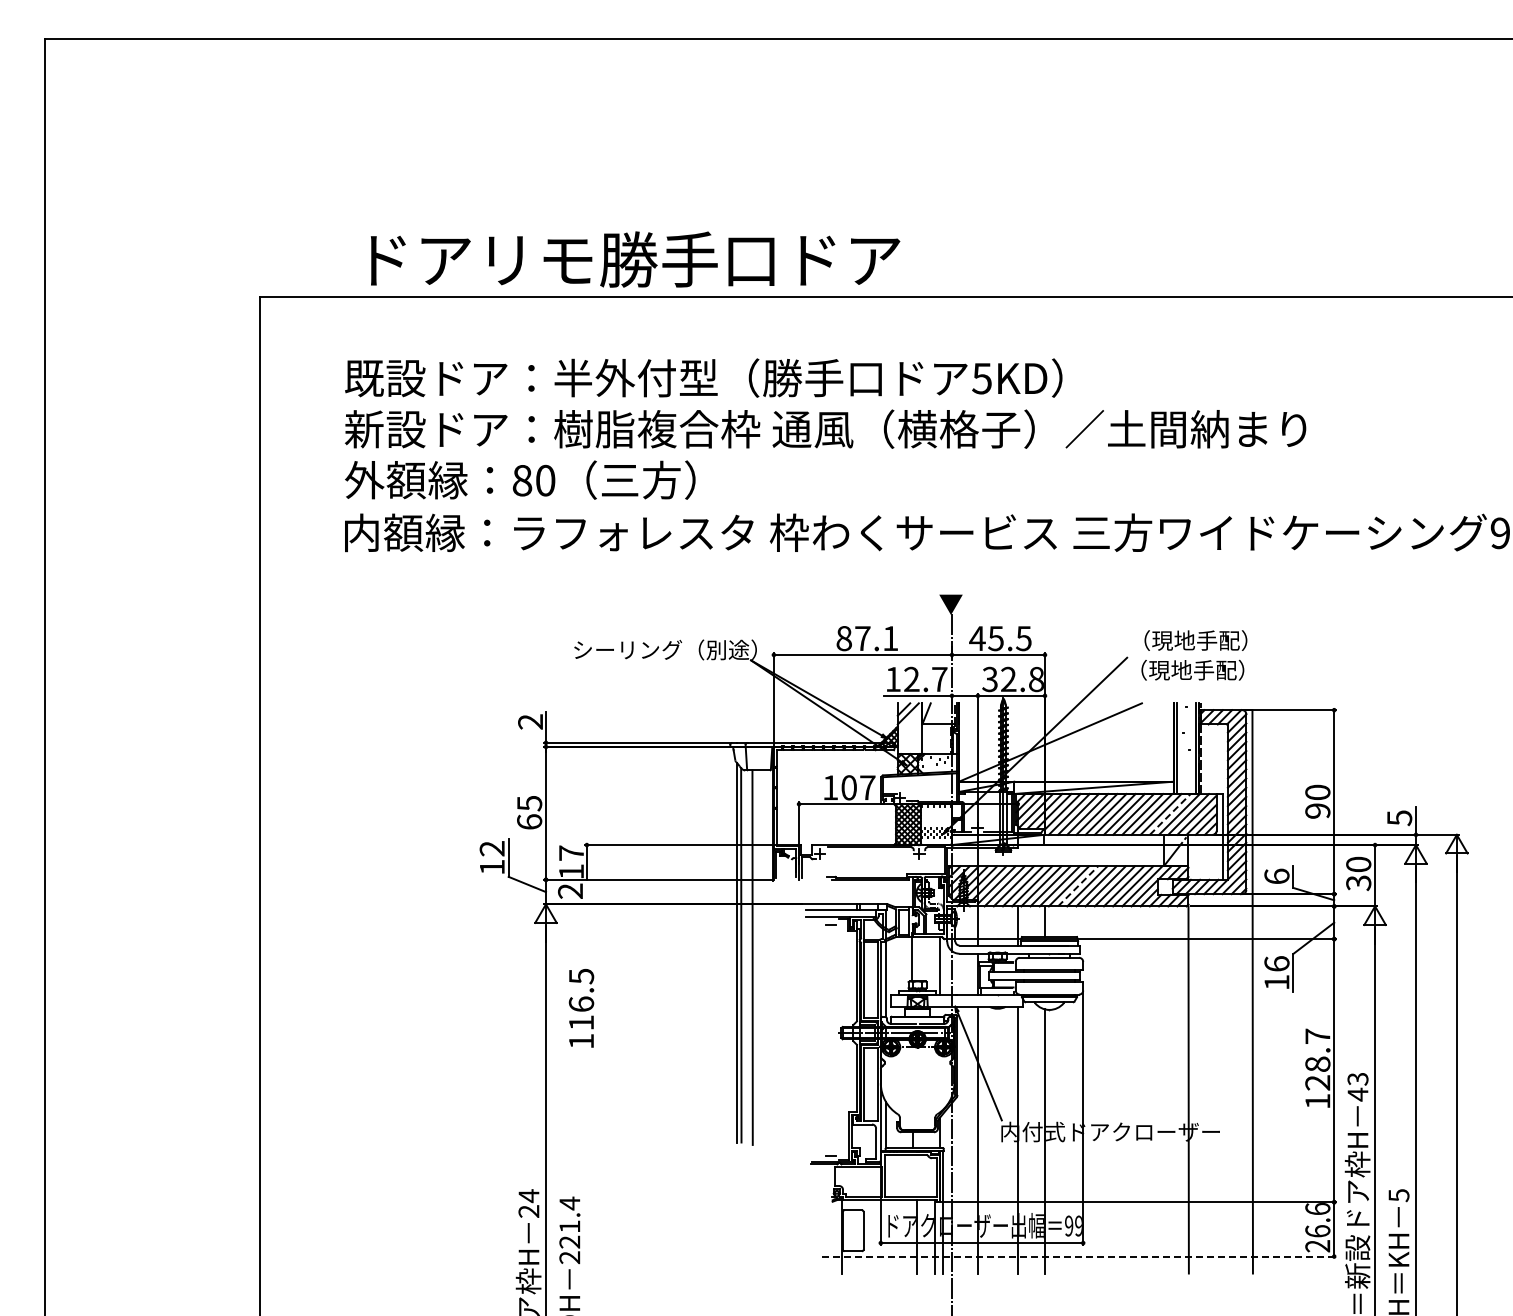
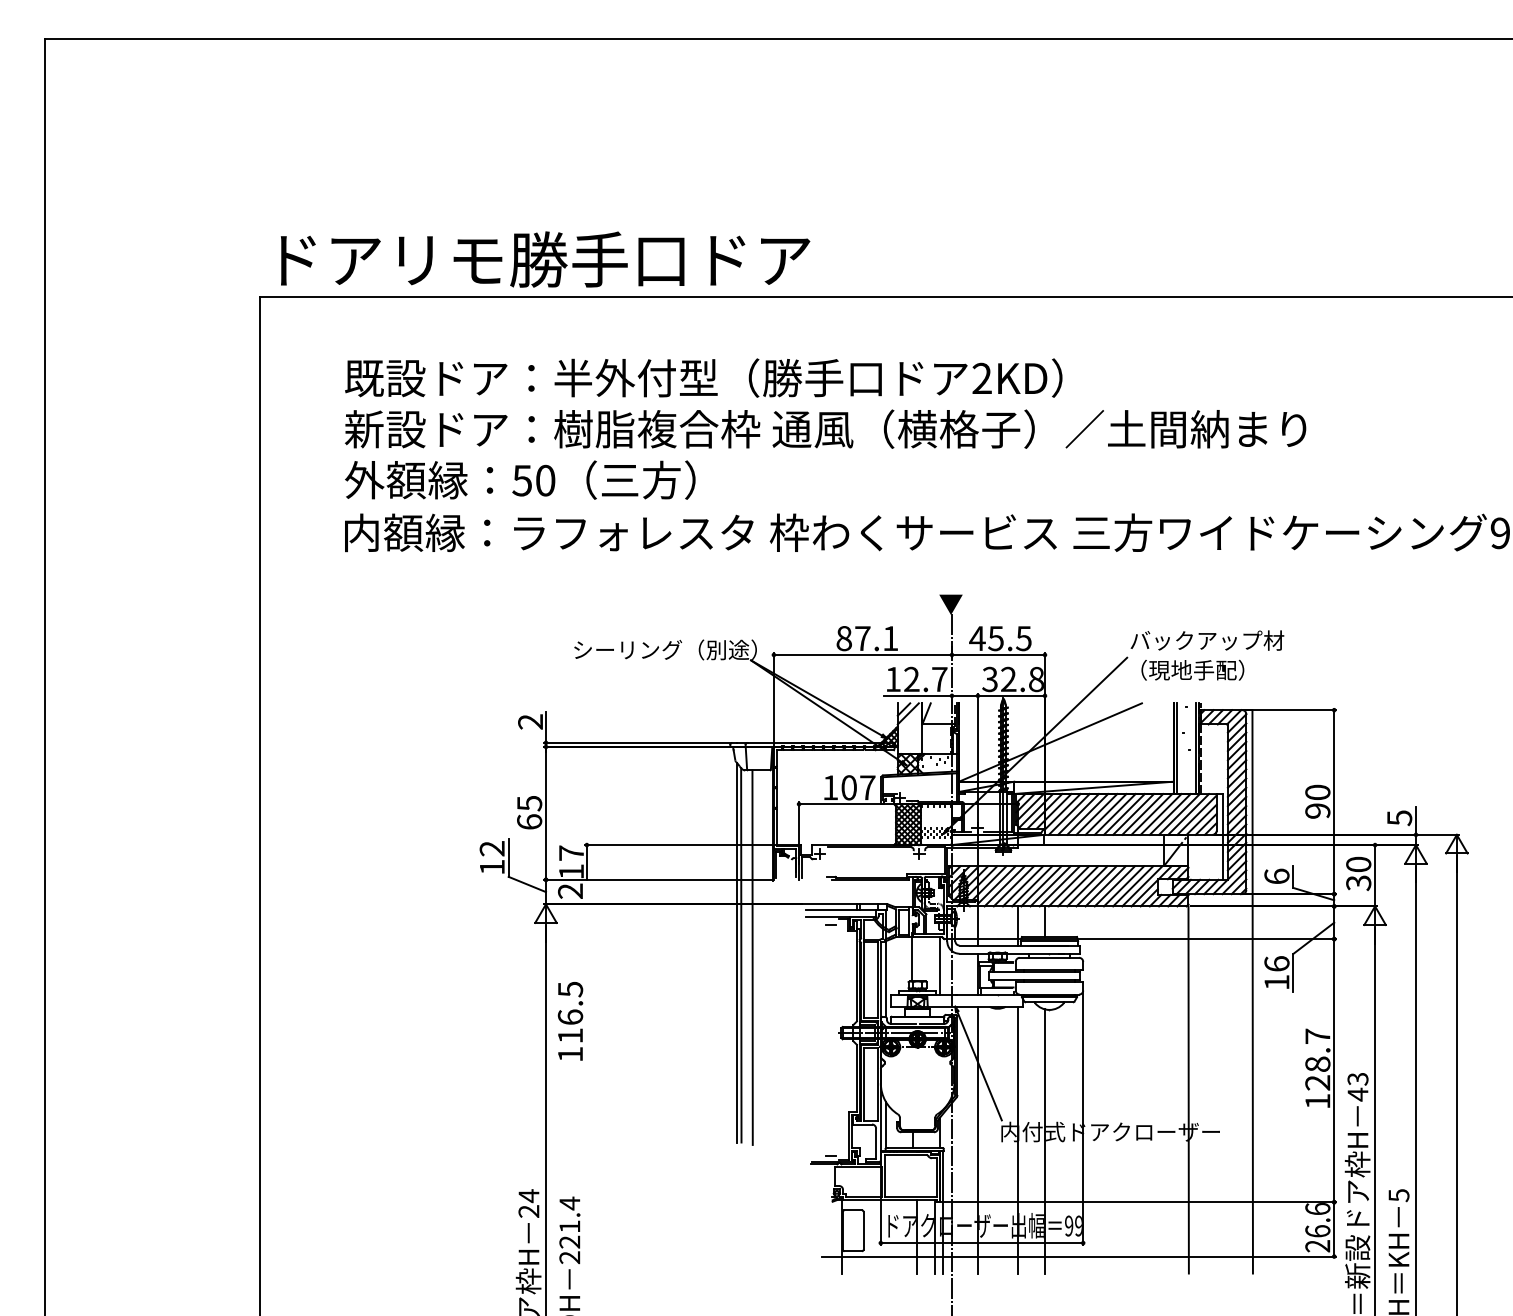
text at (635, 259) position: (635, 259) -> (545, 259)
text at (981, 378): 5KD -> 2KD
text at (522, 480): 80 -> 50
text at (1207, 640): （現地手配） -> バックアップ材
line at (1170, 814): dashed -> solid
line at (1078, 886): dashed -> solid
text at (581, 1008) position: (581, 1008) -> (570, 1021)
line at (1079, 1256): dashed -> solid
